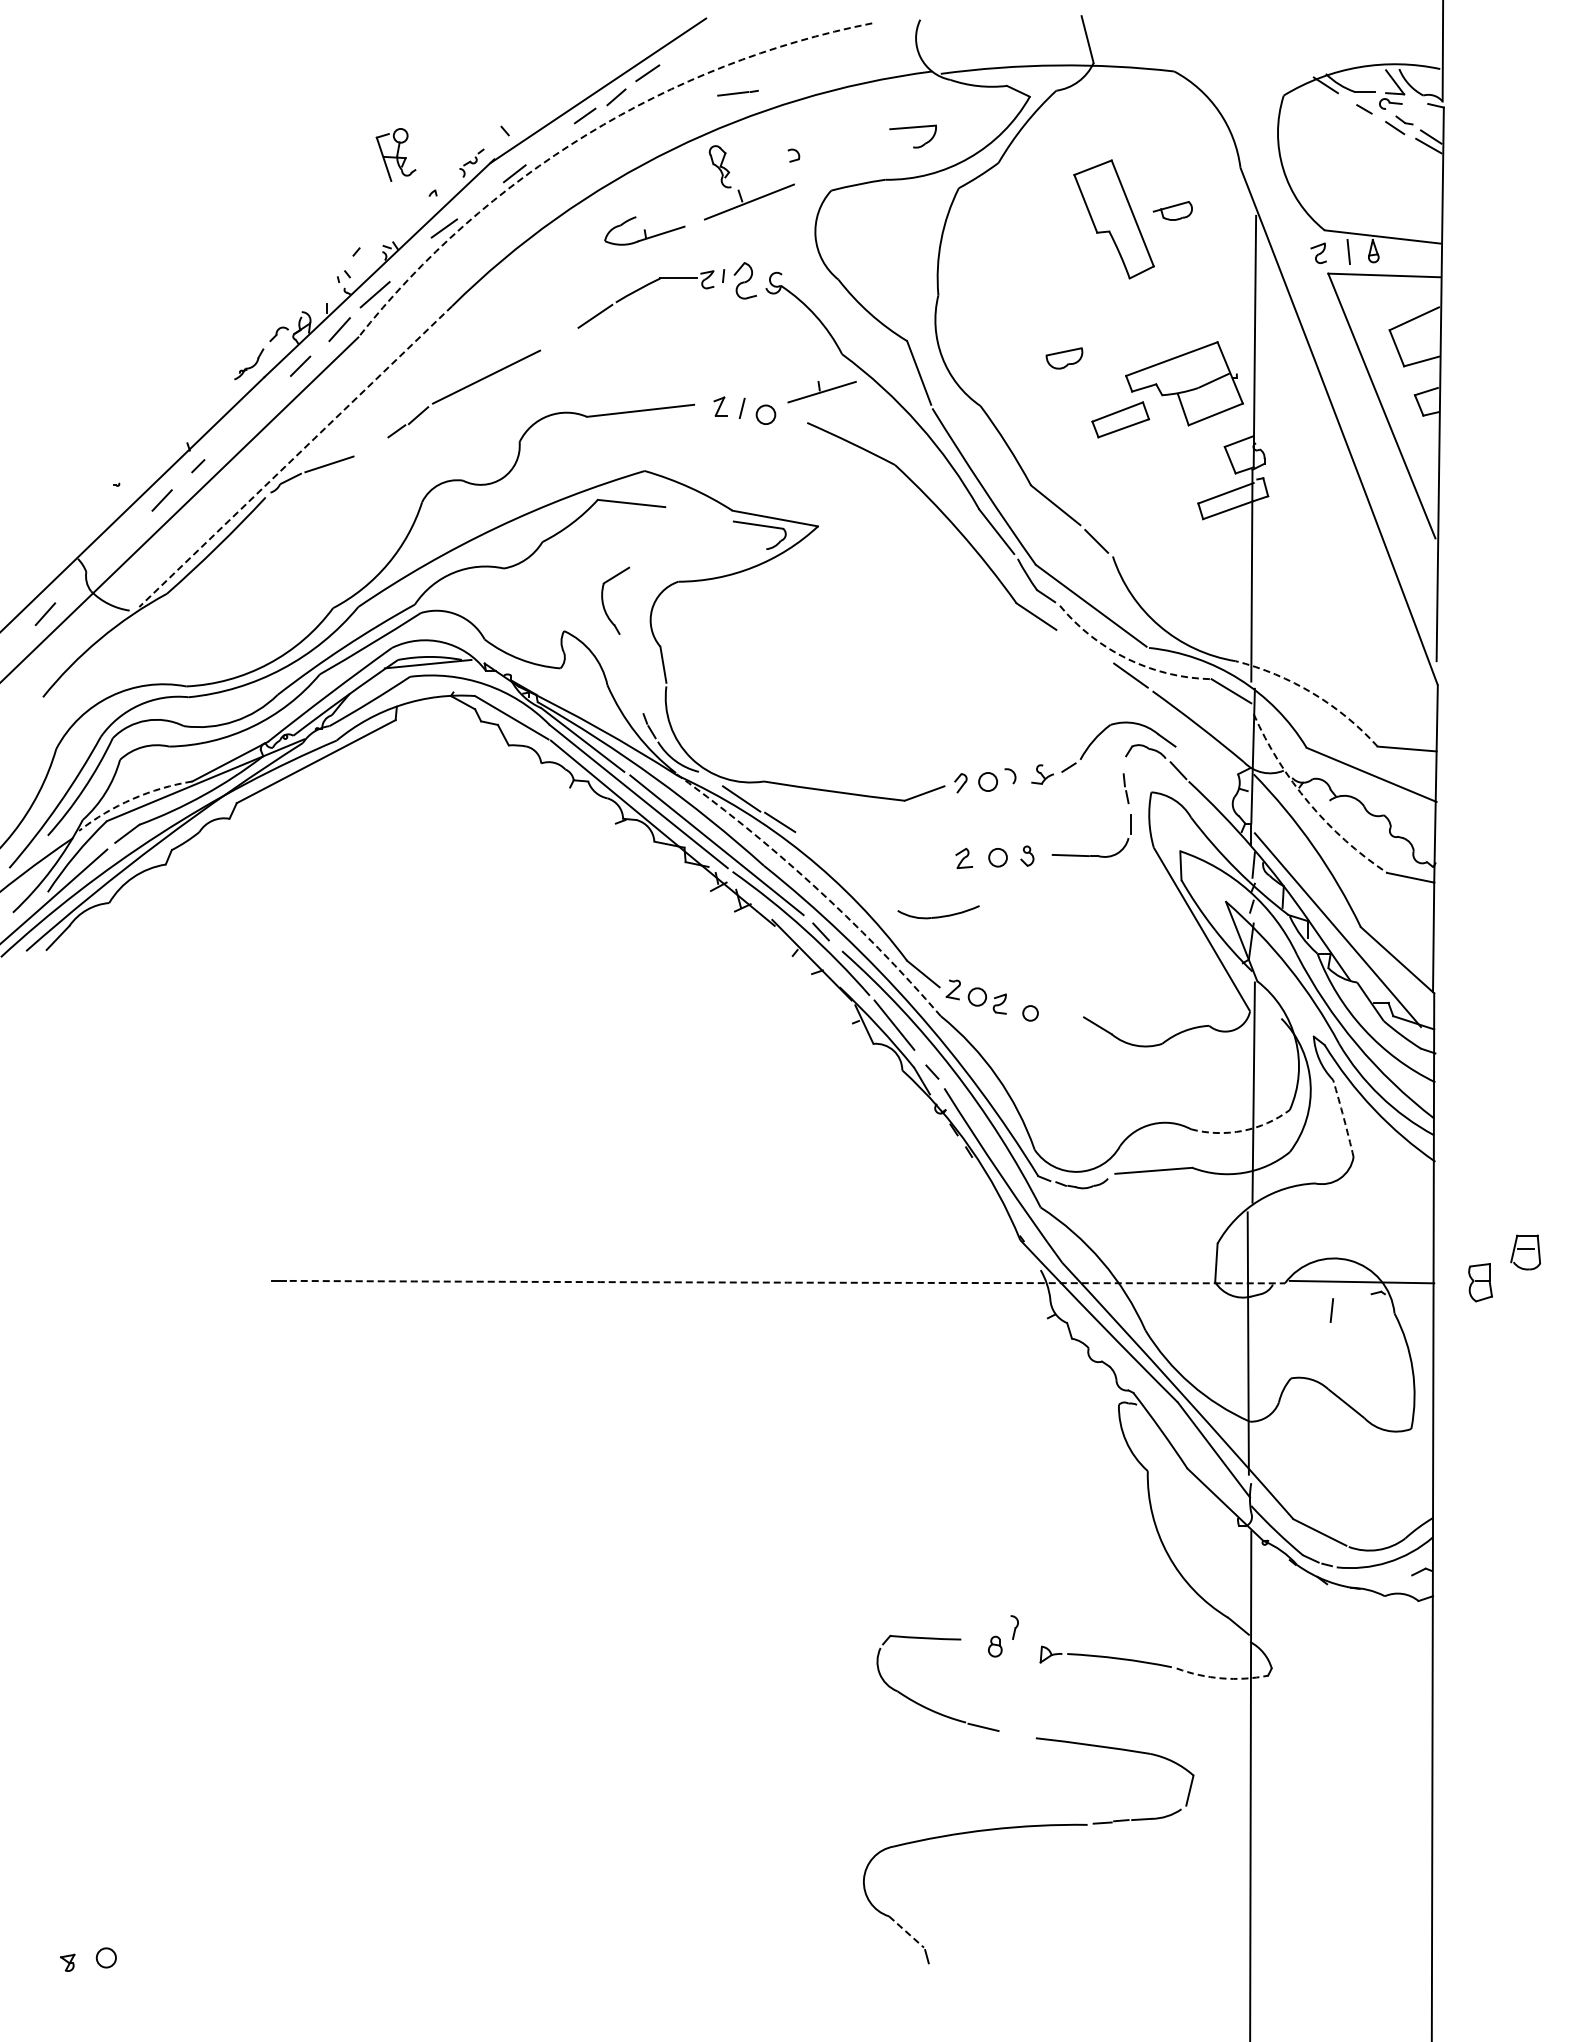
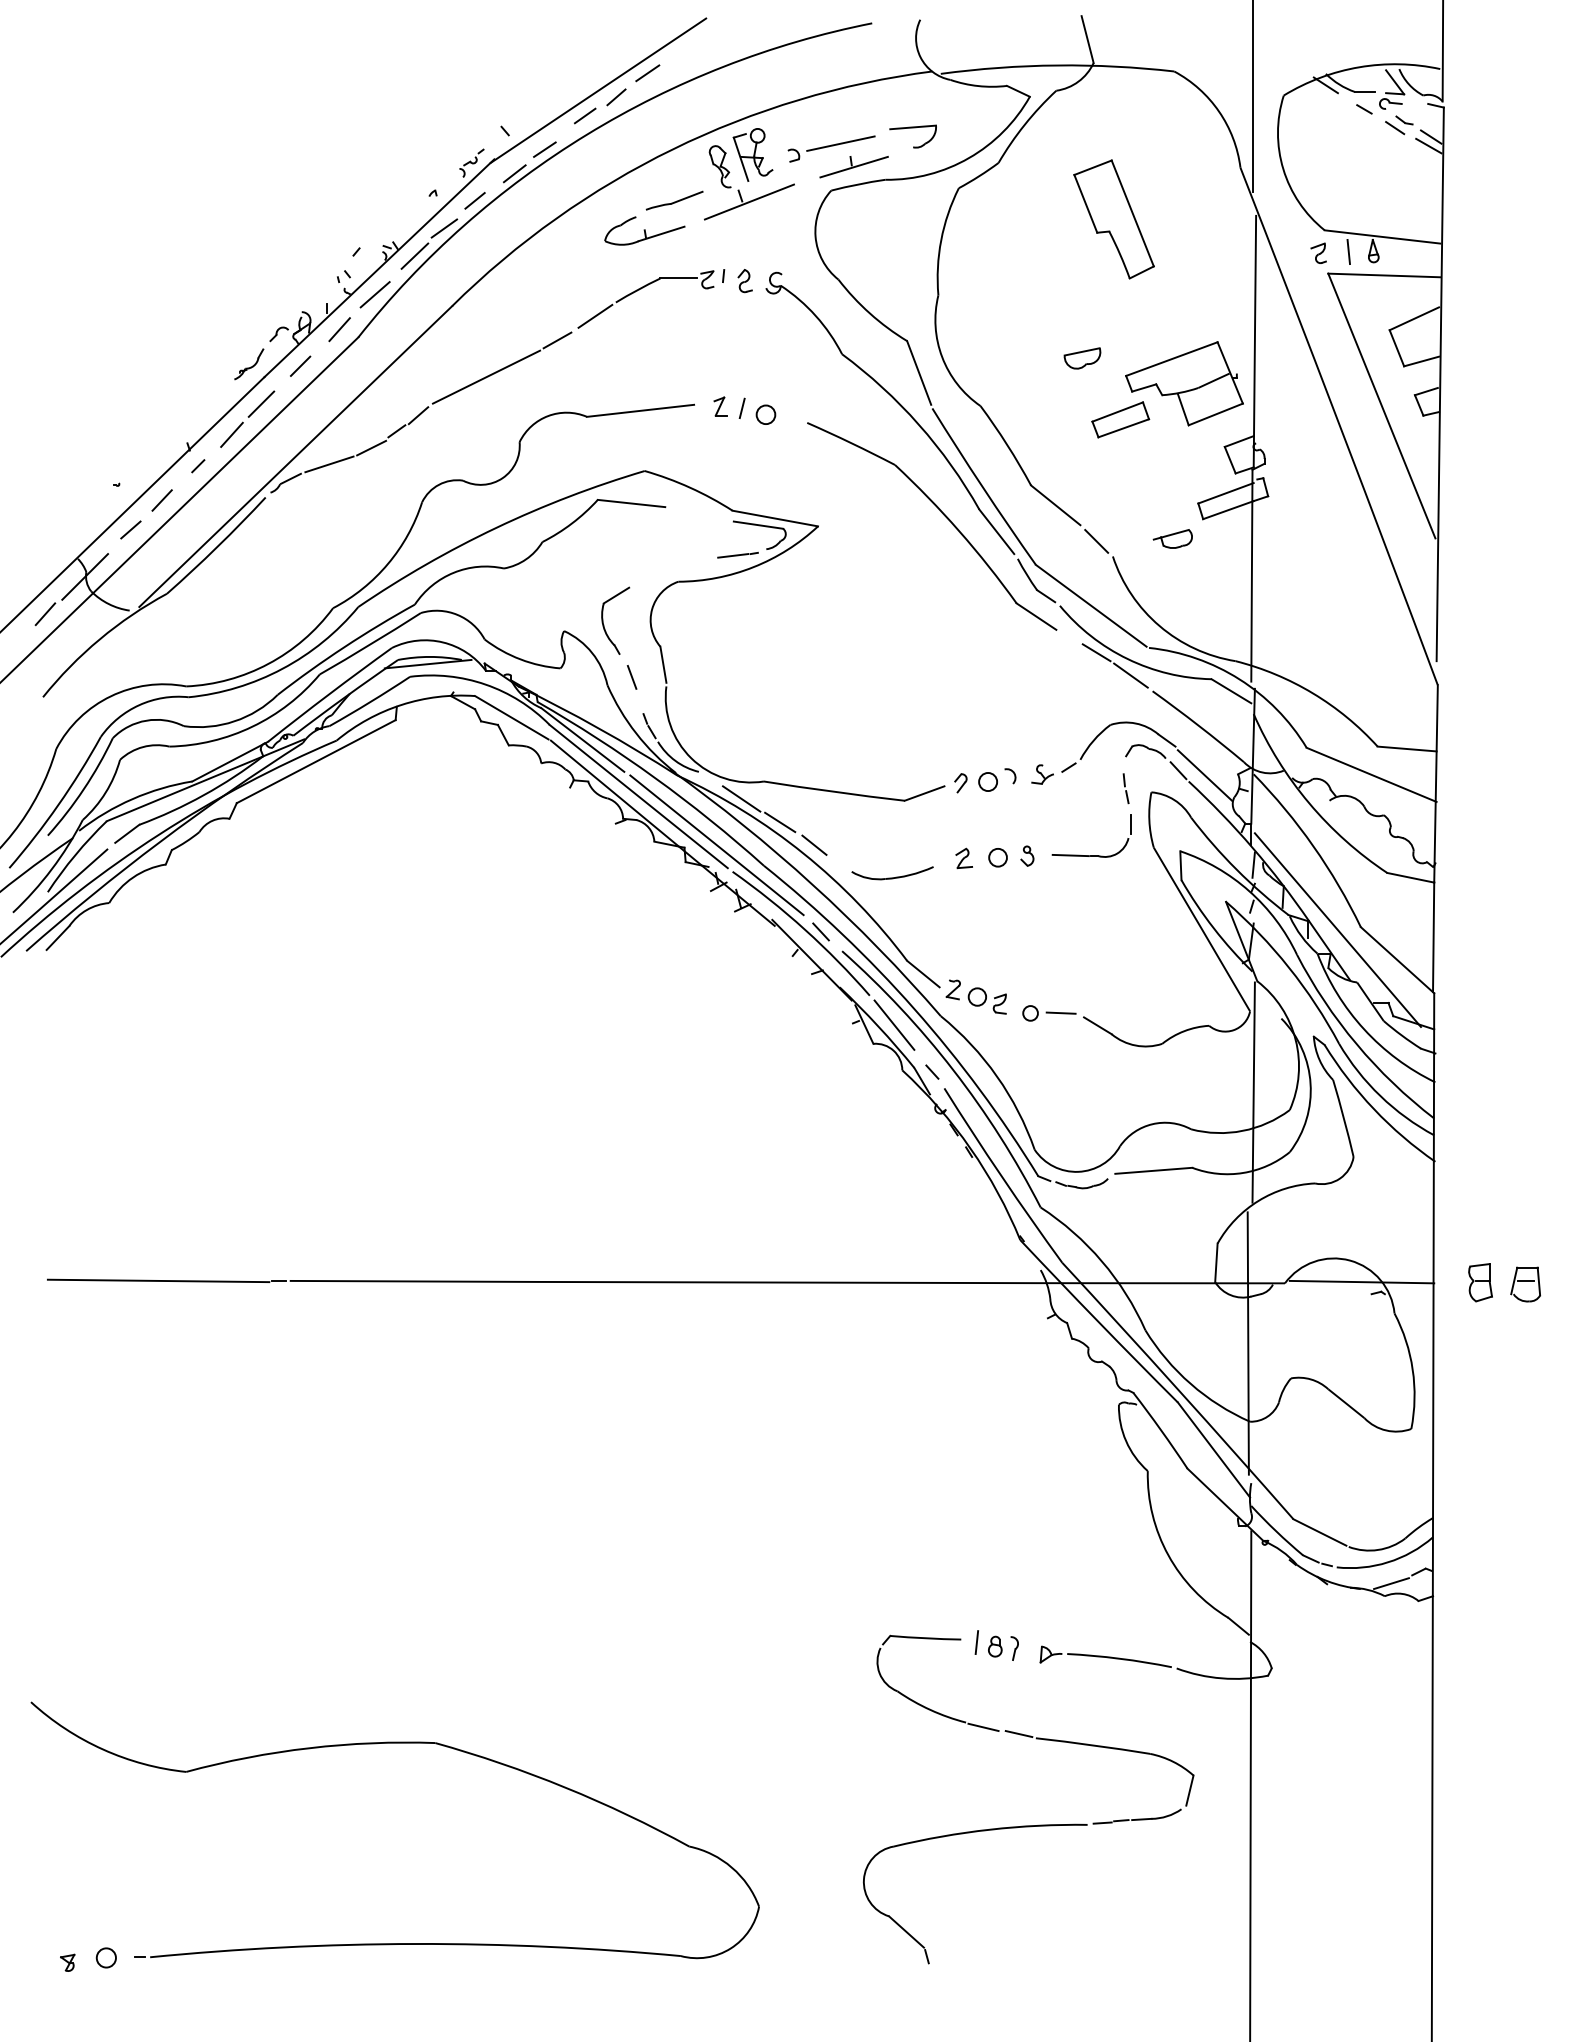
line at (737, 92) position: (737, 92) -> (737, 554)
line at (1252, 96): none -> present
arc at (587, 134): dashed -> solid
line at (840, 143): none -> present
line at (544, 149): none -> present
part at (395, 154) position: (395, 154) -> (752, 154)
line at (474, 200): none -> present
part at (674, 200): none -> present
part at (1172, 210) position: (1172, 210) -> (1172, 538)
line at (414, 255): none -> present
part at (744, 280) size: 24x38 px -> 16x25 px
line at (557, 340): none -> present
part at (1064, 358) position: (1064, 358) -> (1082, 358)
part at (821, 392) position: (821, 392) -> (853, 167)
line at (248, 417): none -> present
line at (371, 447): none -> present
line at (295, 456): dashed -> solid
line at (130, 529): none -> present
line at (85, 576): none -> present
part at (604, 604) position: (604, 604) -> (604, 624)
line at (1096, 652): none -> present
arc at (1127, 659): dashed -> solid
line at (631, 677): none -> present
arc at (1312, 693): dashed -> solid
line at (1204, 775): none -> present
arc at (132, 799): dashed -> solid
arc at (1309, 803): dashed -> solid
line at (814, 844): none -> present
arc at (812, 884): dashed -> solid
part at (938, 912) position: (938, 912) -> (892, 873)
line at (1060, 1012): none -> present
arc at (1343, 1118): dashed -> solid
arc at (1242, 1130): dashed -> solid
part at (1525, 1252) position: (1525, 1252) -> (1525, 1284)
line at (158, 1280): none -> present
arc at (787, 1282): dashed -> solid
line at (1331, 1310) position: (1331, 1310) -> (976, 1642)
line at (1391, 1583): none -> present
part at (1014, 1627) position: (1014, 1627) -> (1014, 1648)
arc at (1221, 1678): dashed -> solid
line at (1018, 1734): none -> present
part at (394, 1743): none -> present
line at (906, 1932): dashed -> solid
